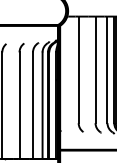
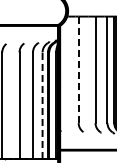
line at (78, 70): solid -> dashed
line at (42, 105): solid -> dashed
